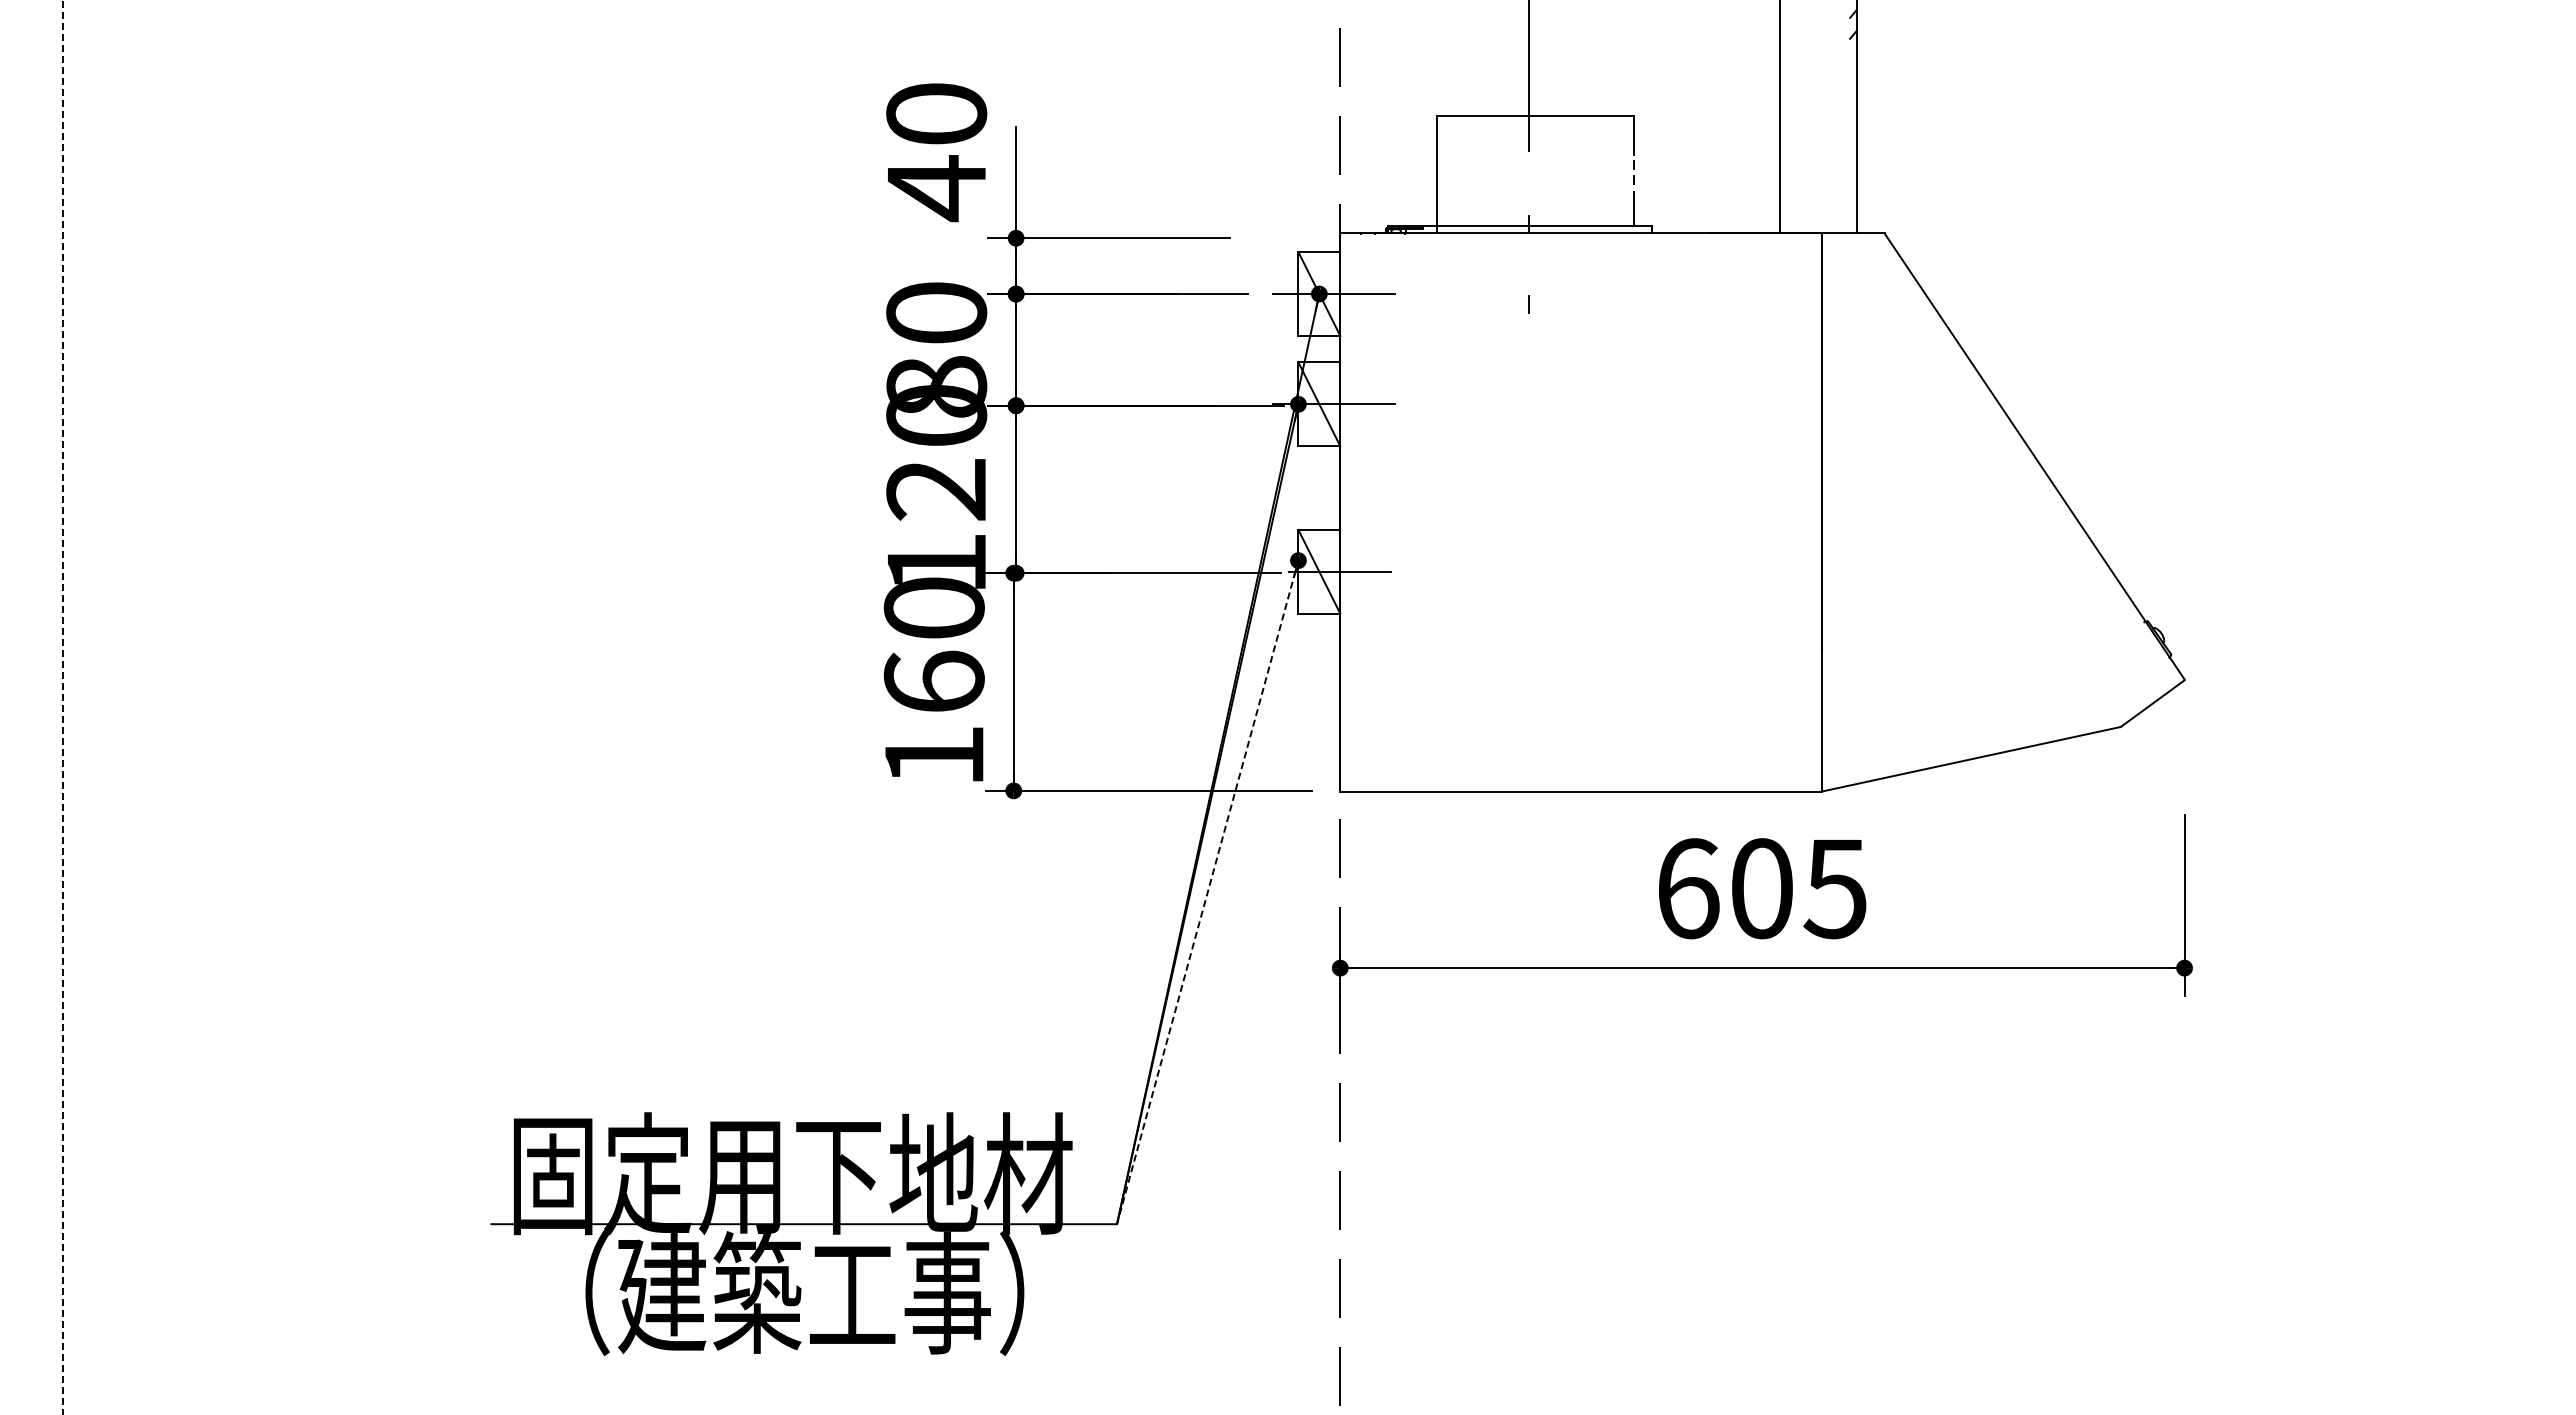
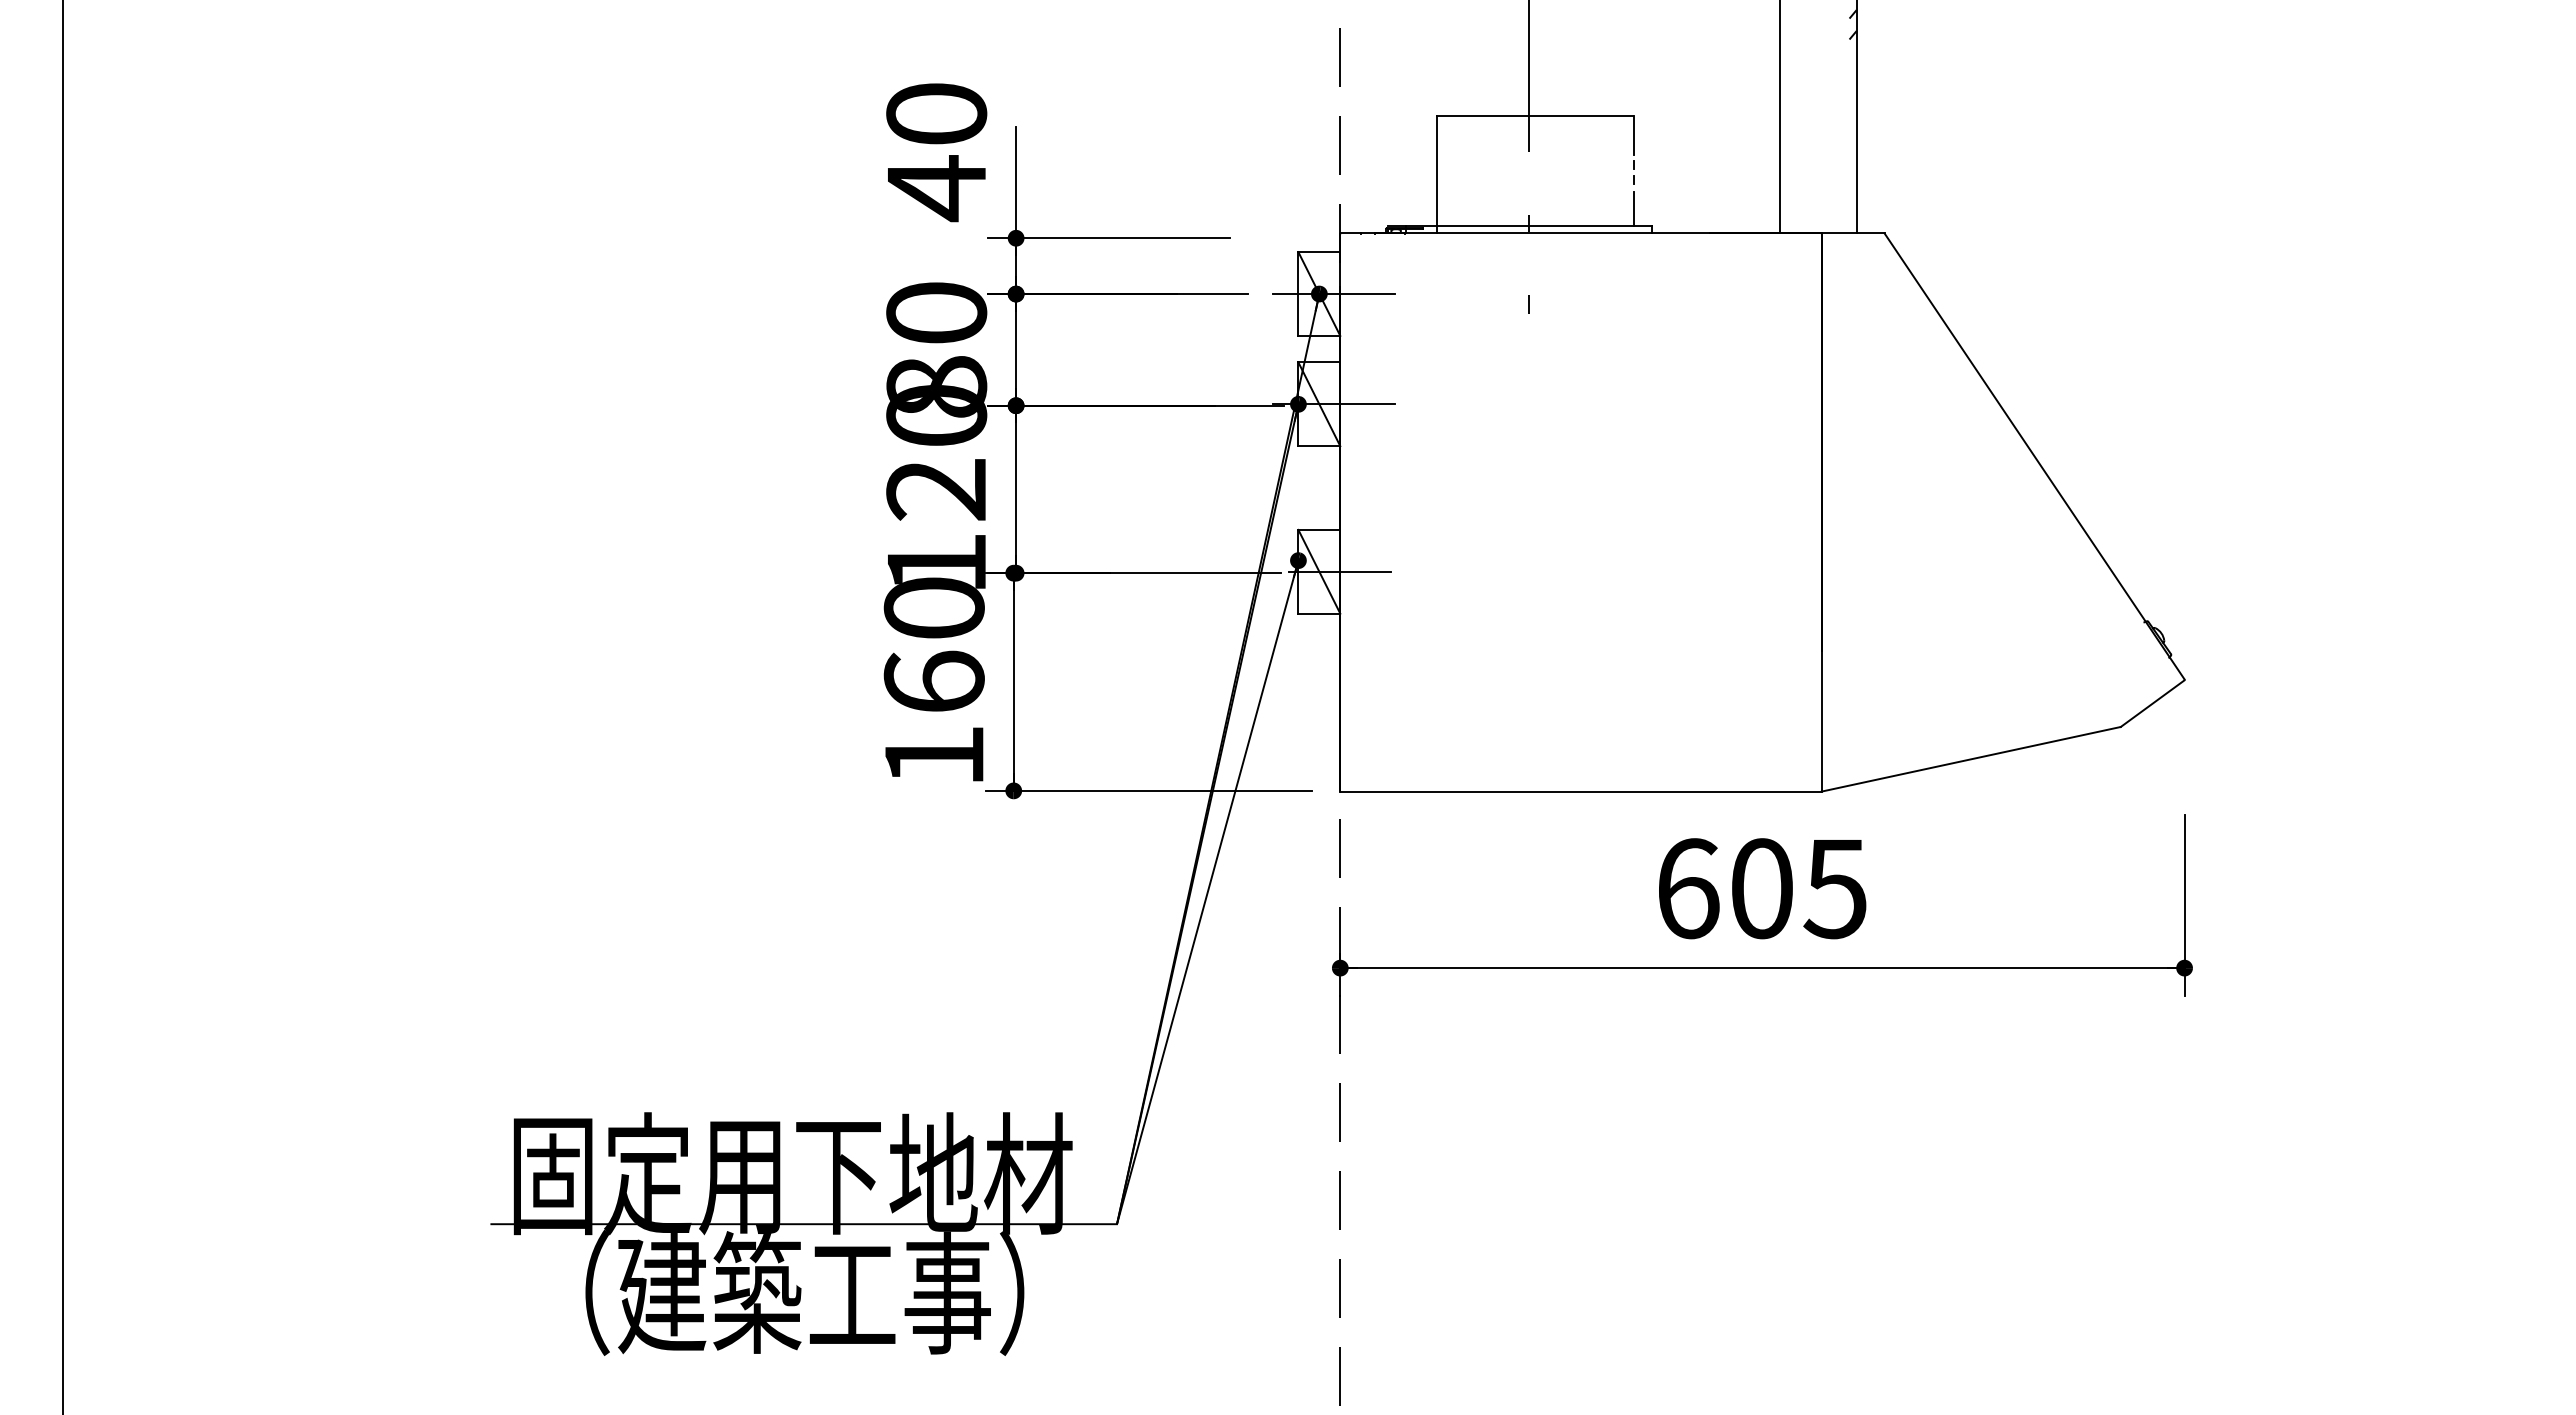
line at (63, 708): dashed -> solid
line at (1207, 892): dashed -> solid
